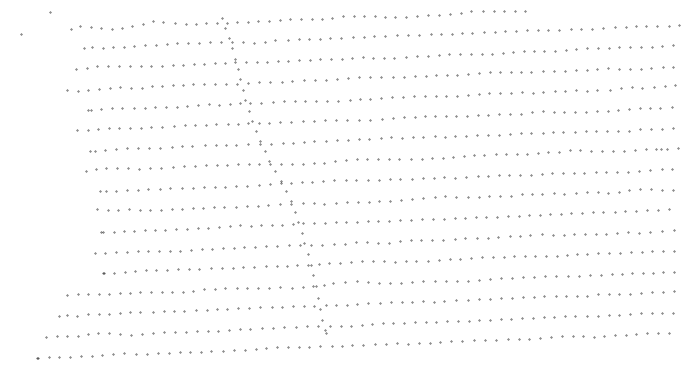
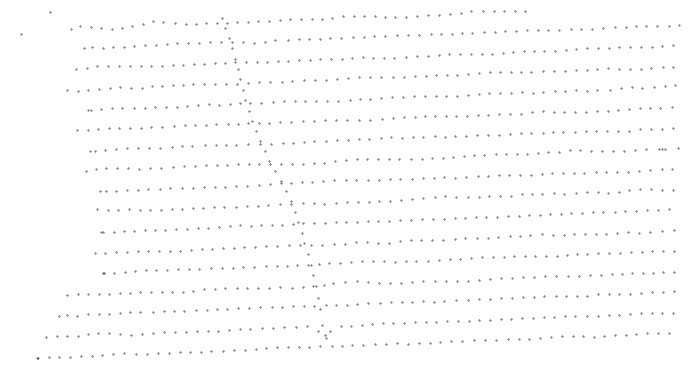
part at (661, 149) size: 14x3 px -> 9x3 px
part at (324, 326) position: (324, 326) -> (324, 331)
